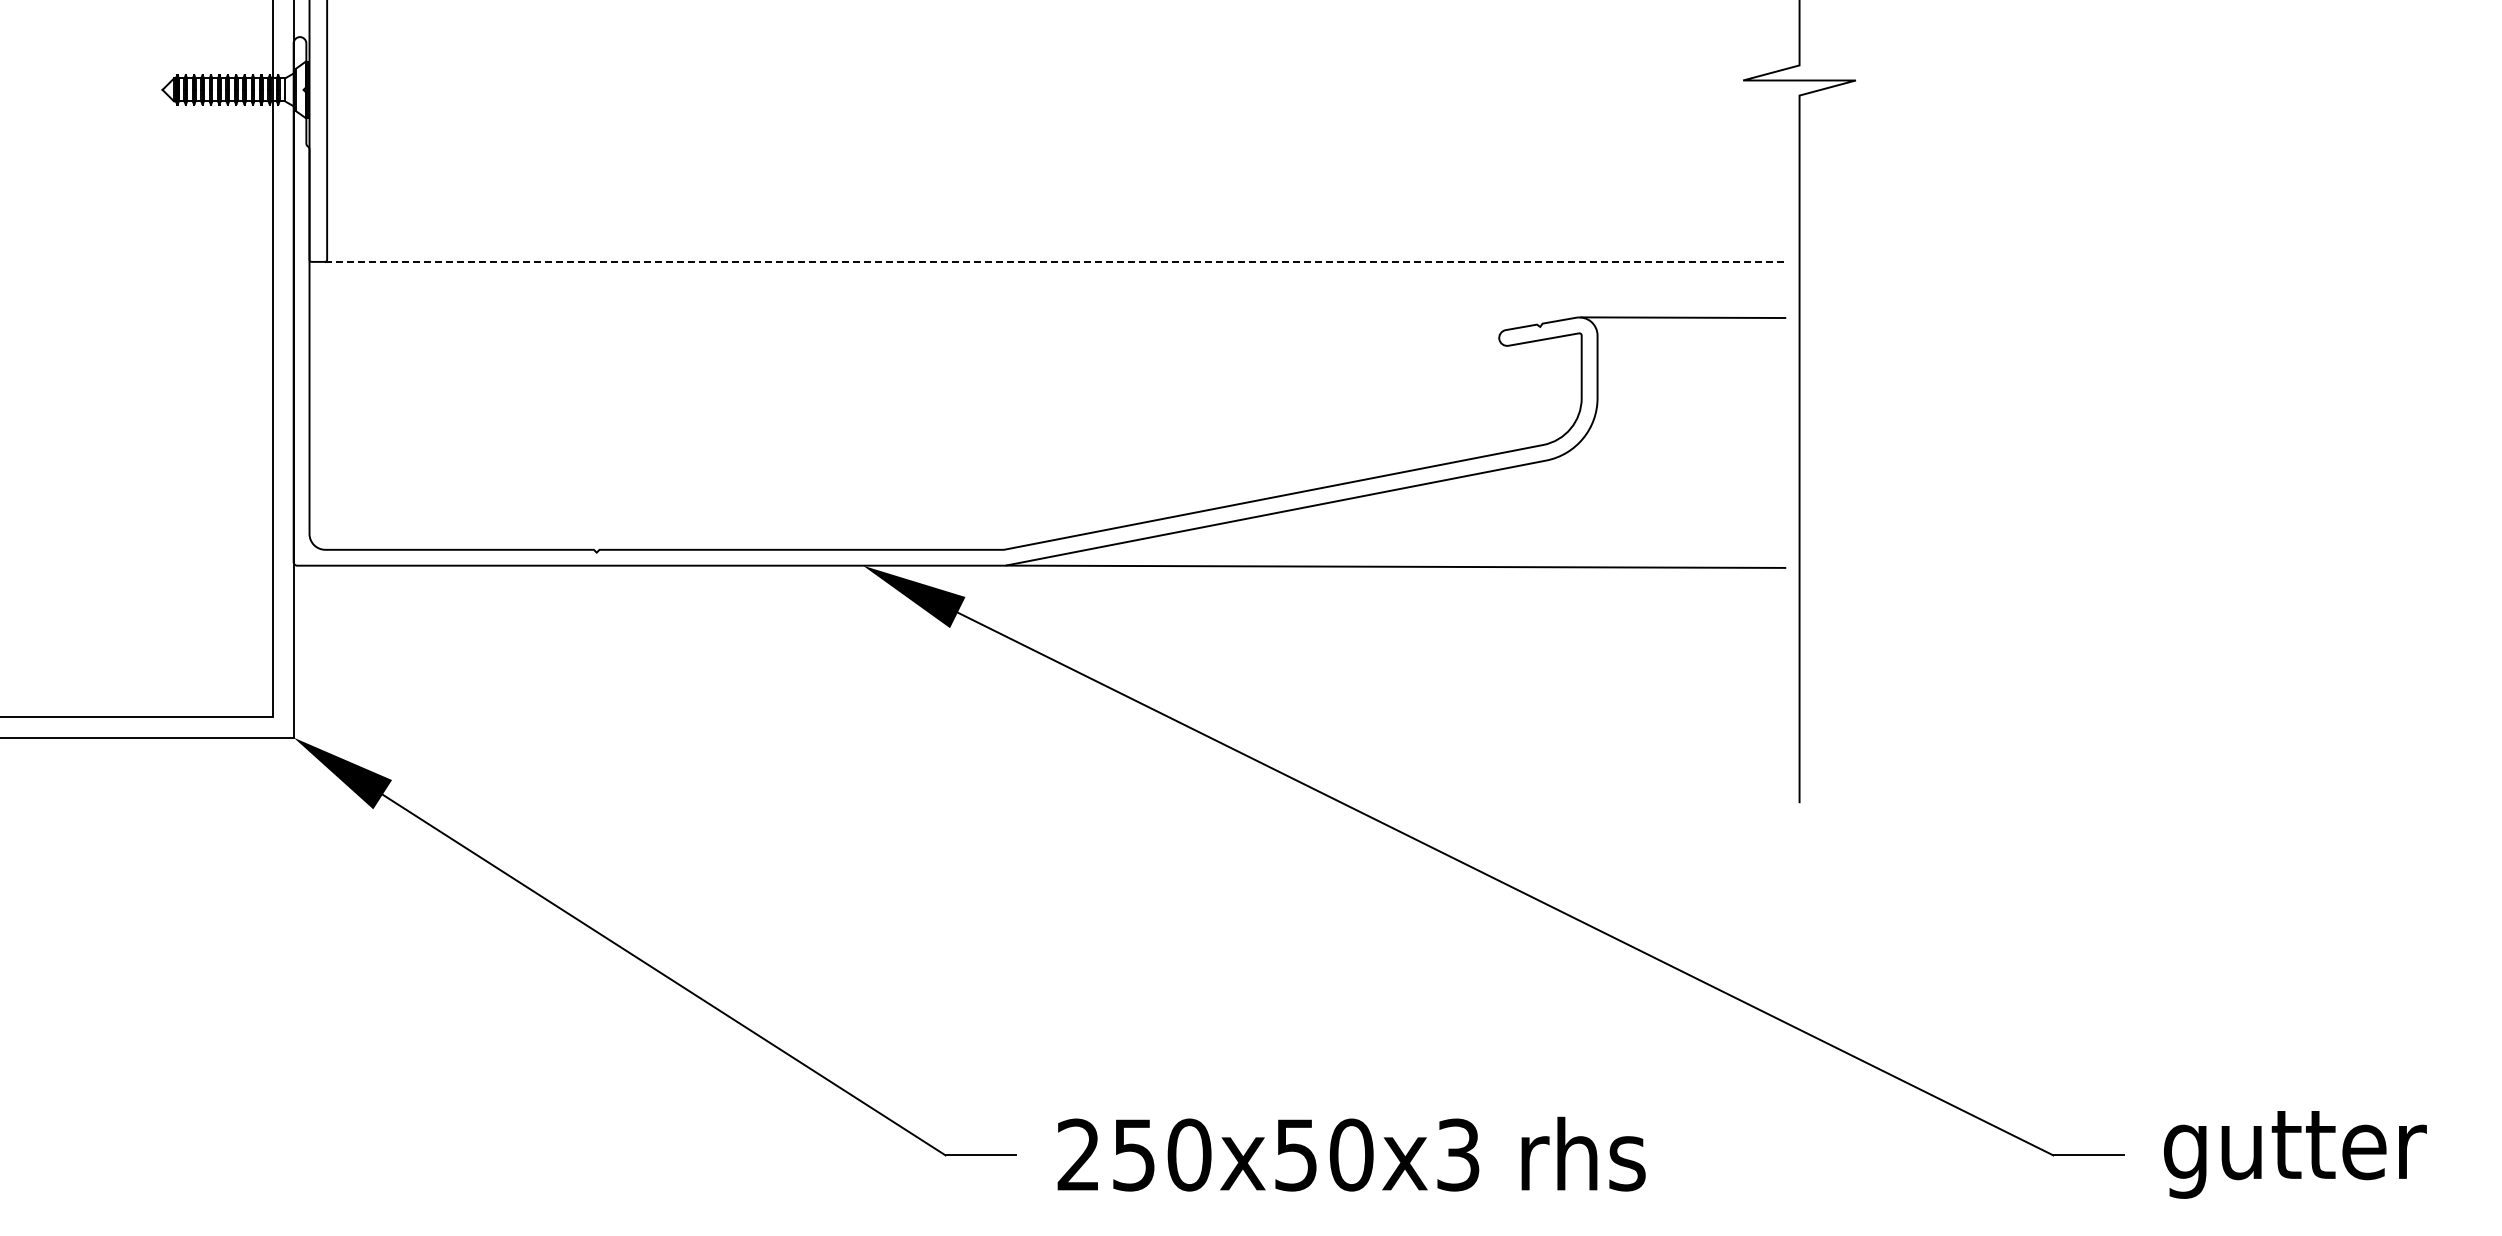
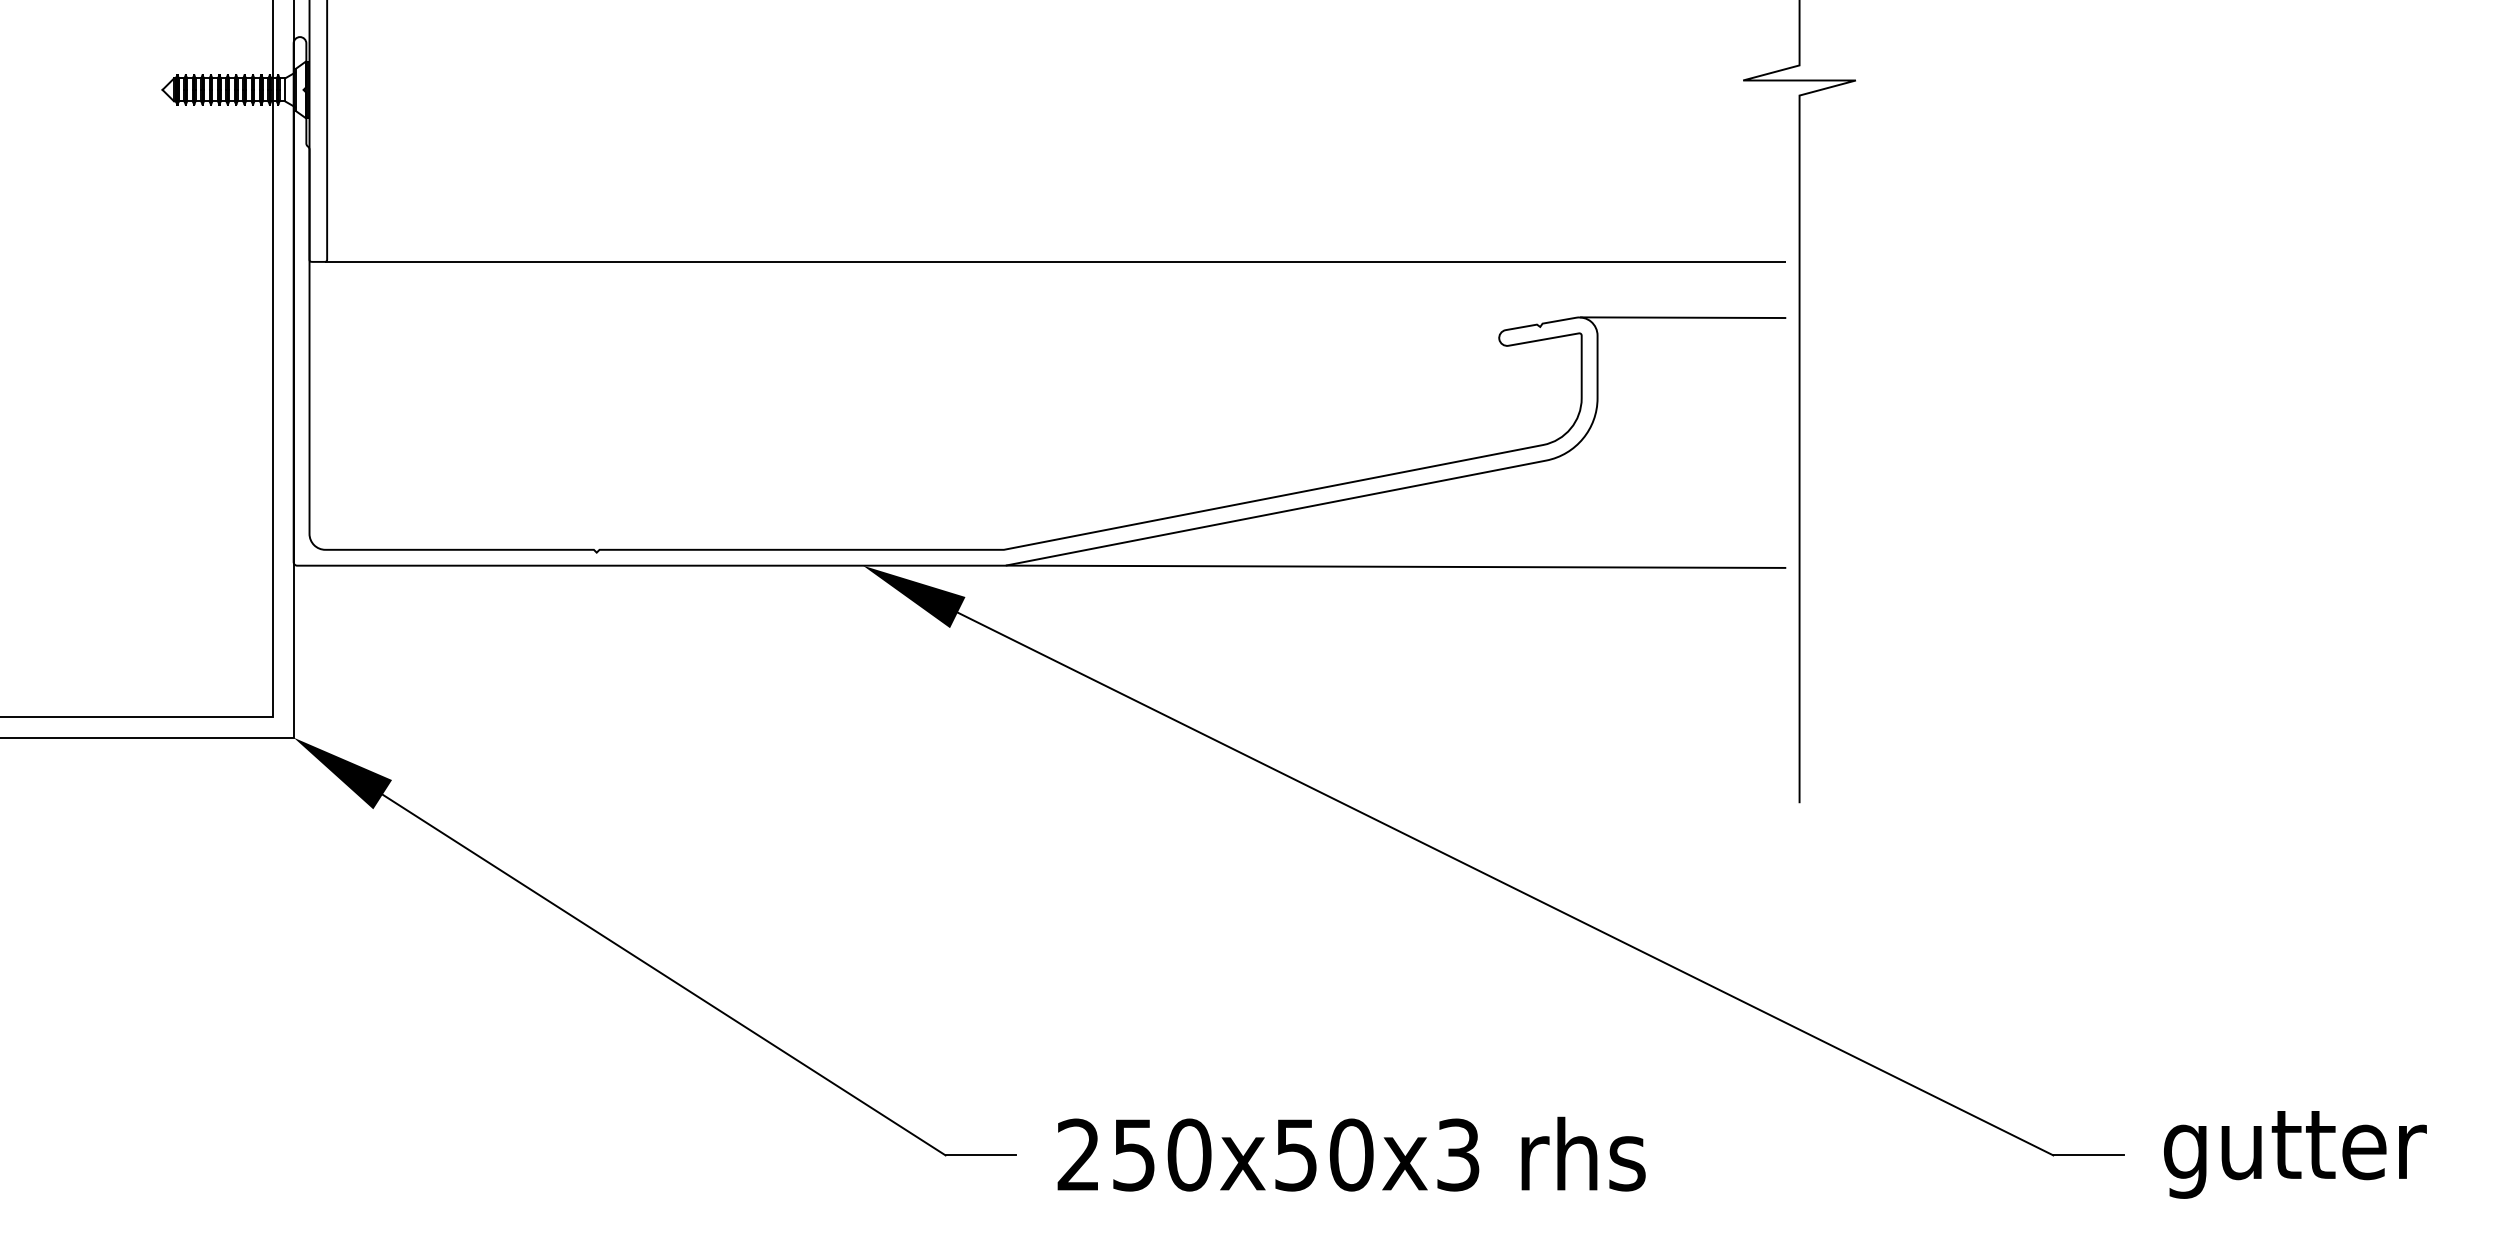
line at (1055, 261): dashed -> solid
